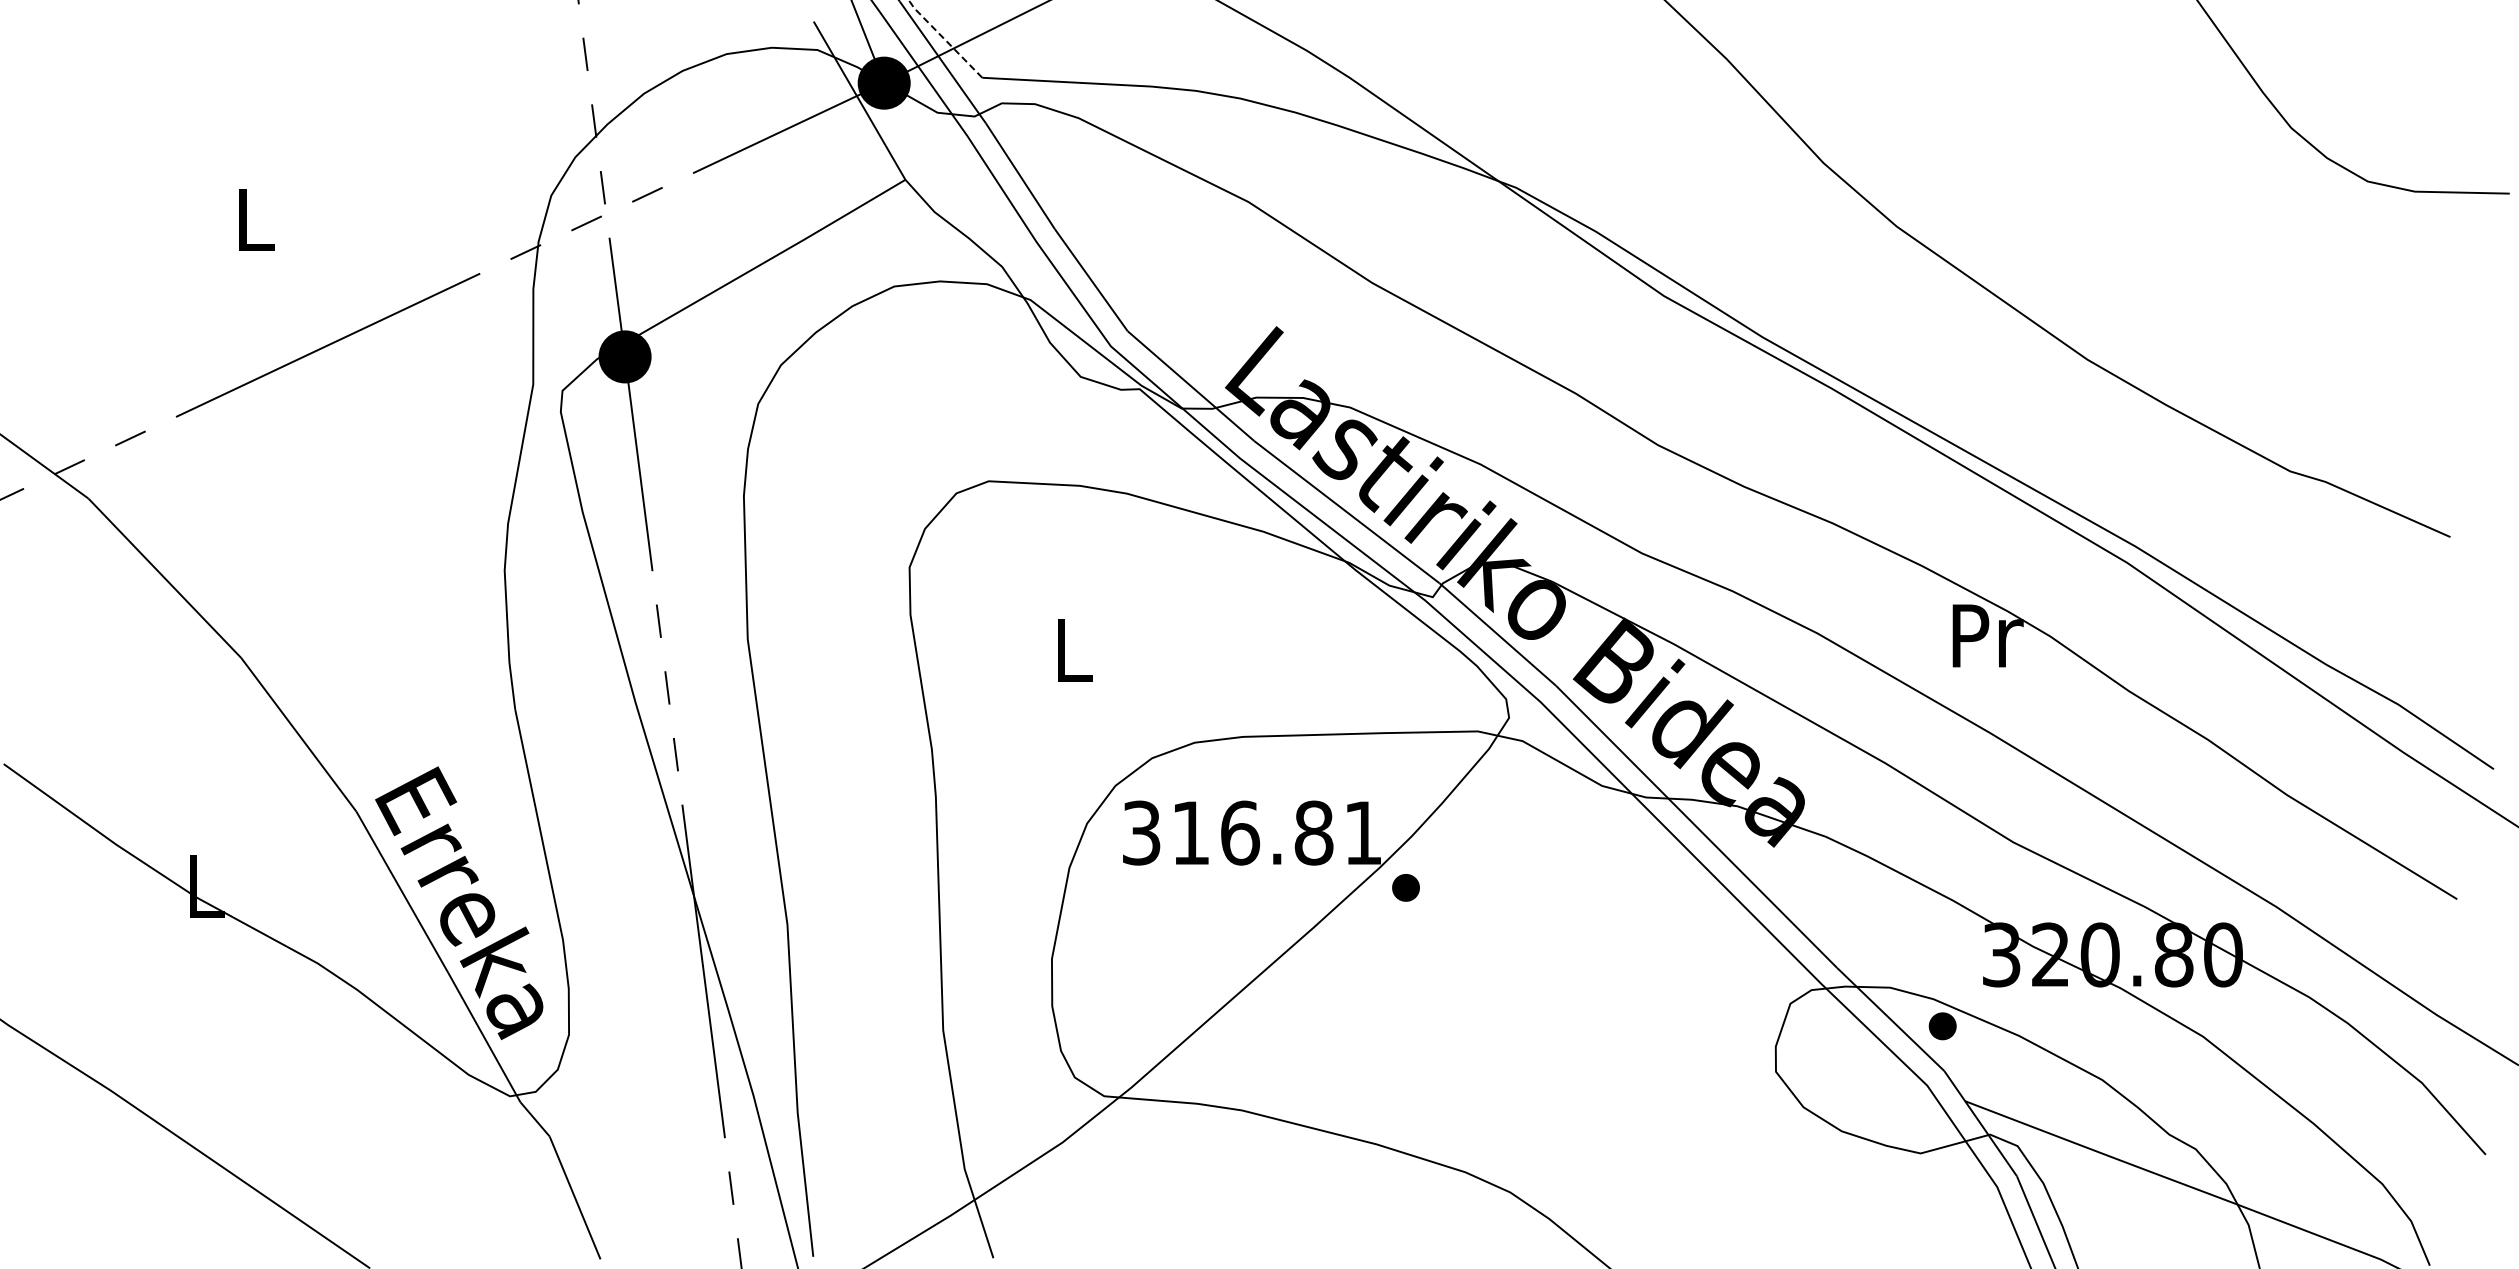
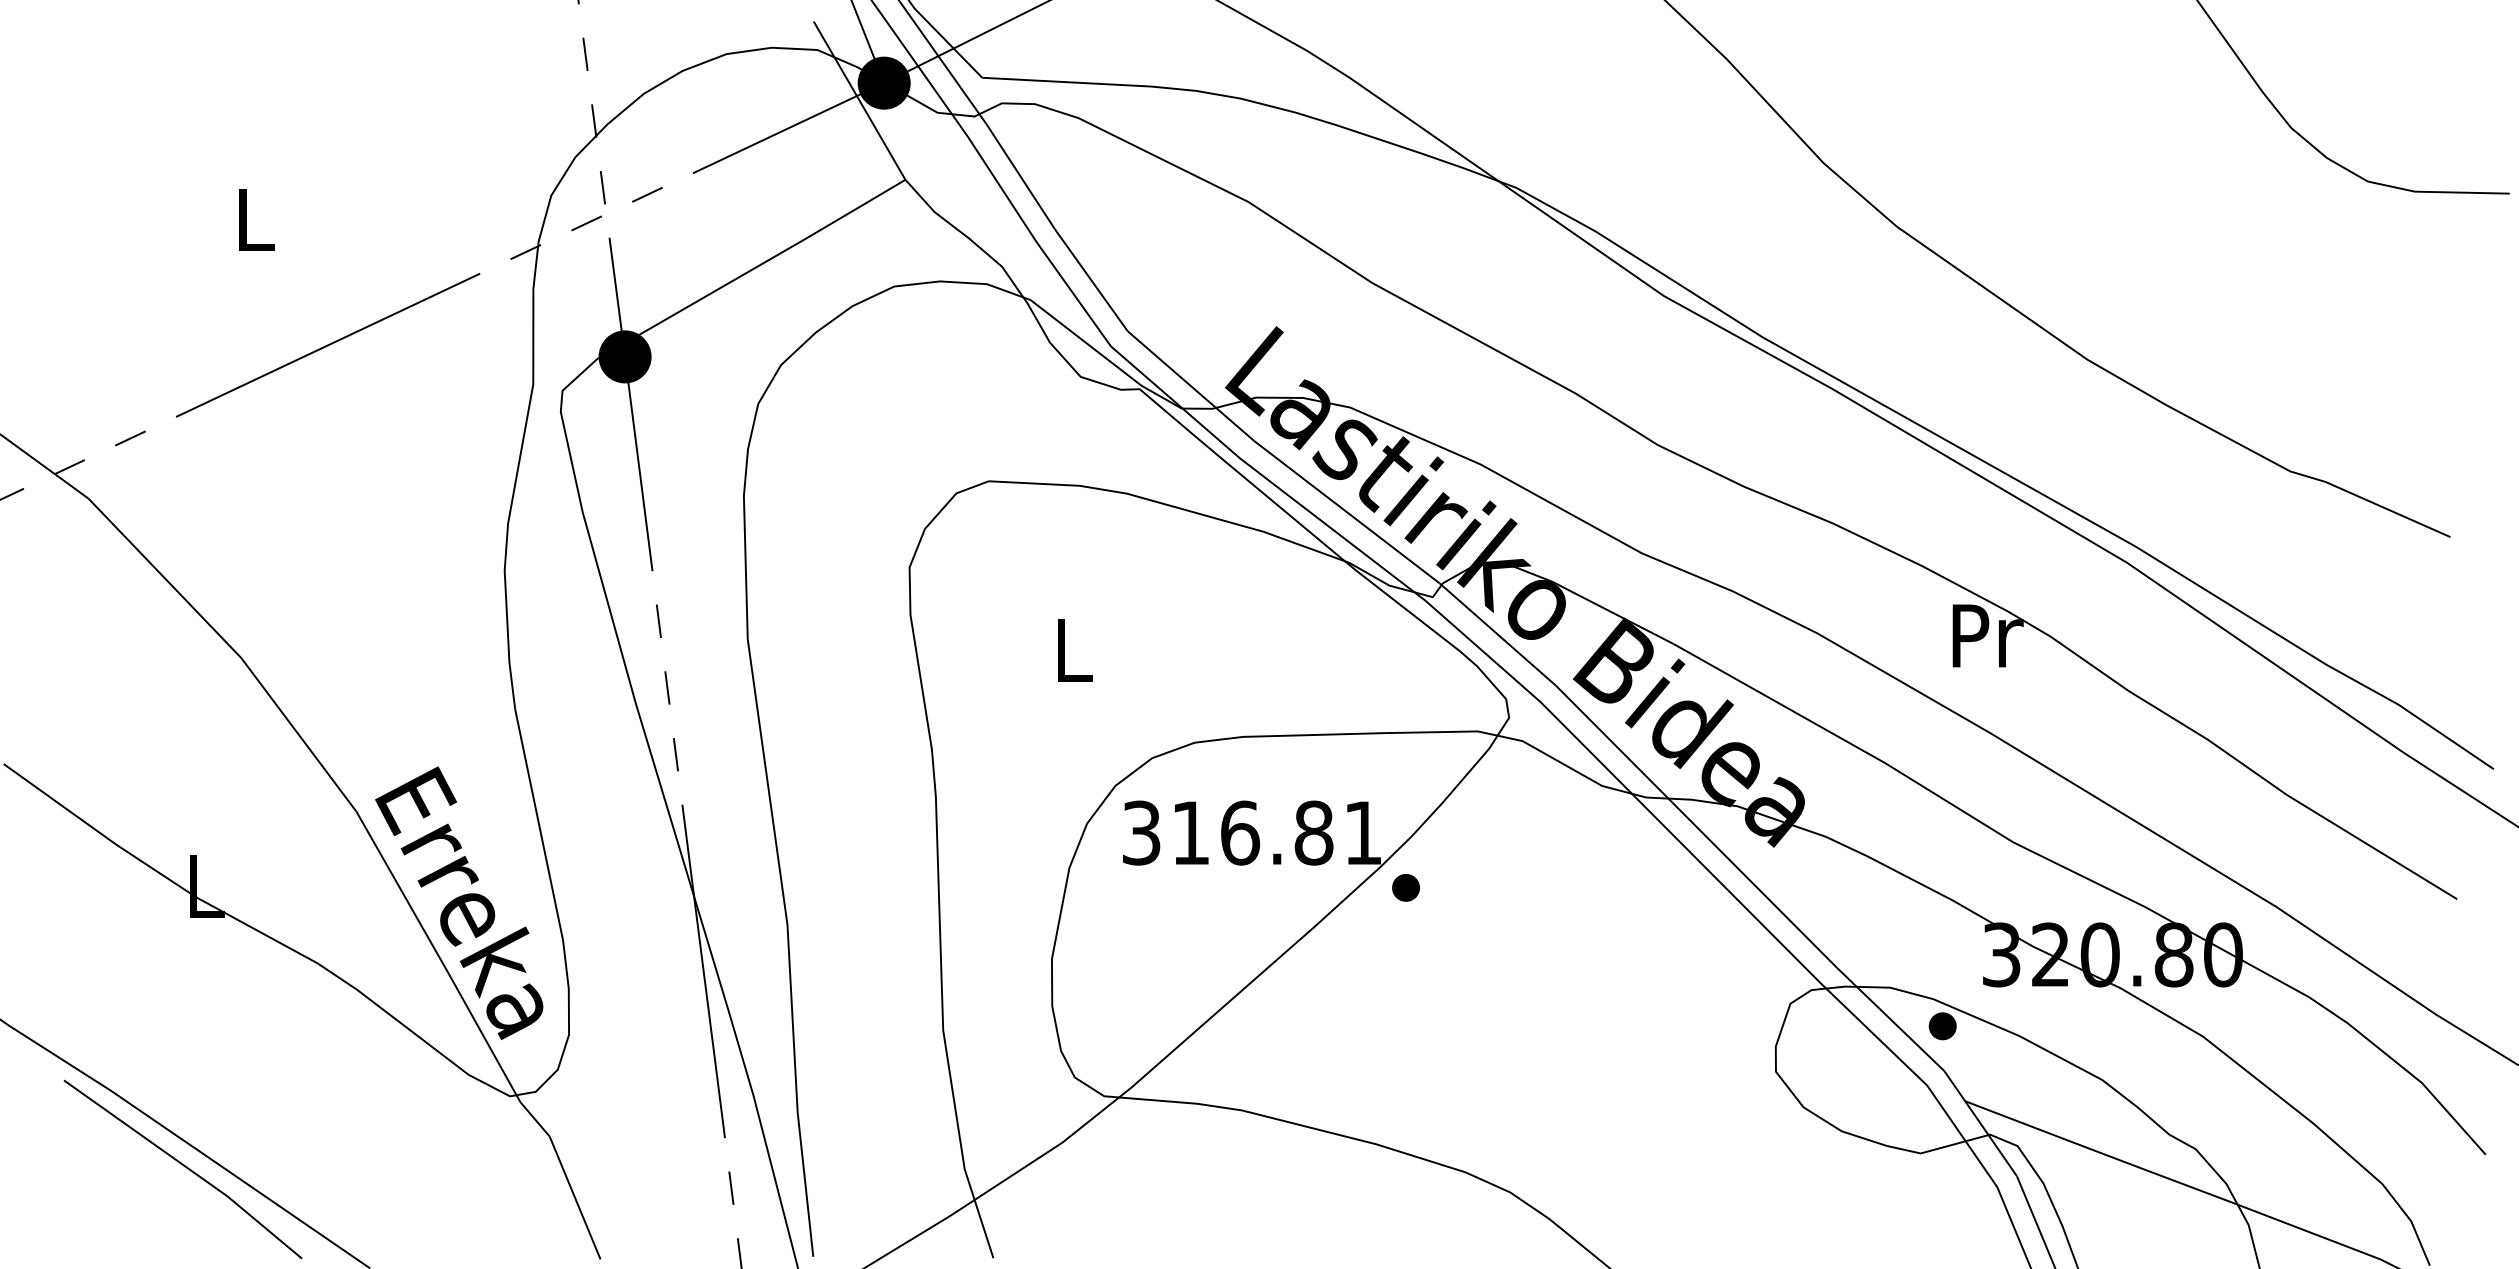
line at (944, 38): dashed -> solid
line at (183, 1166): none -> present
